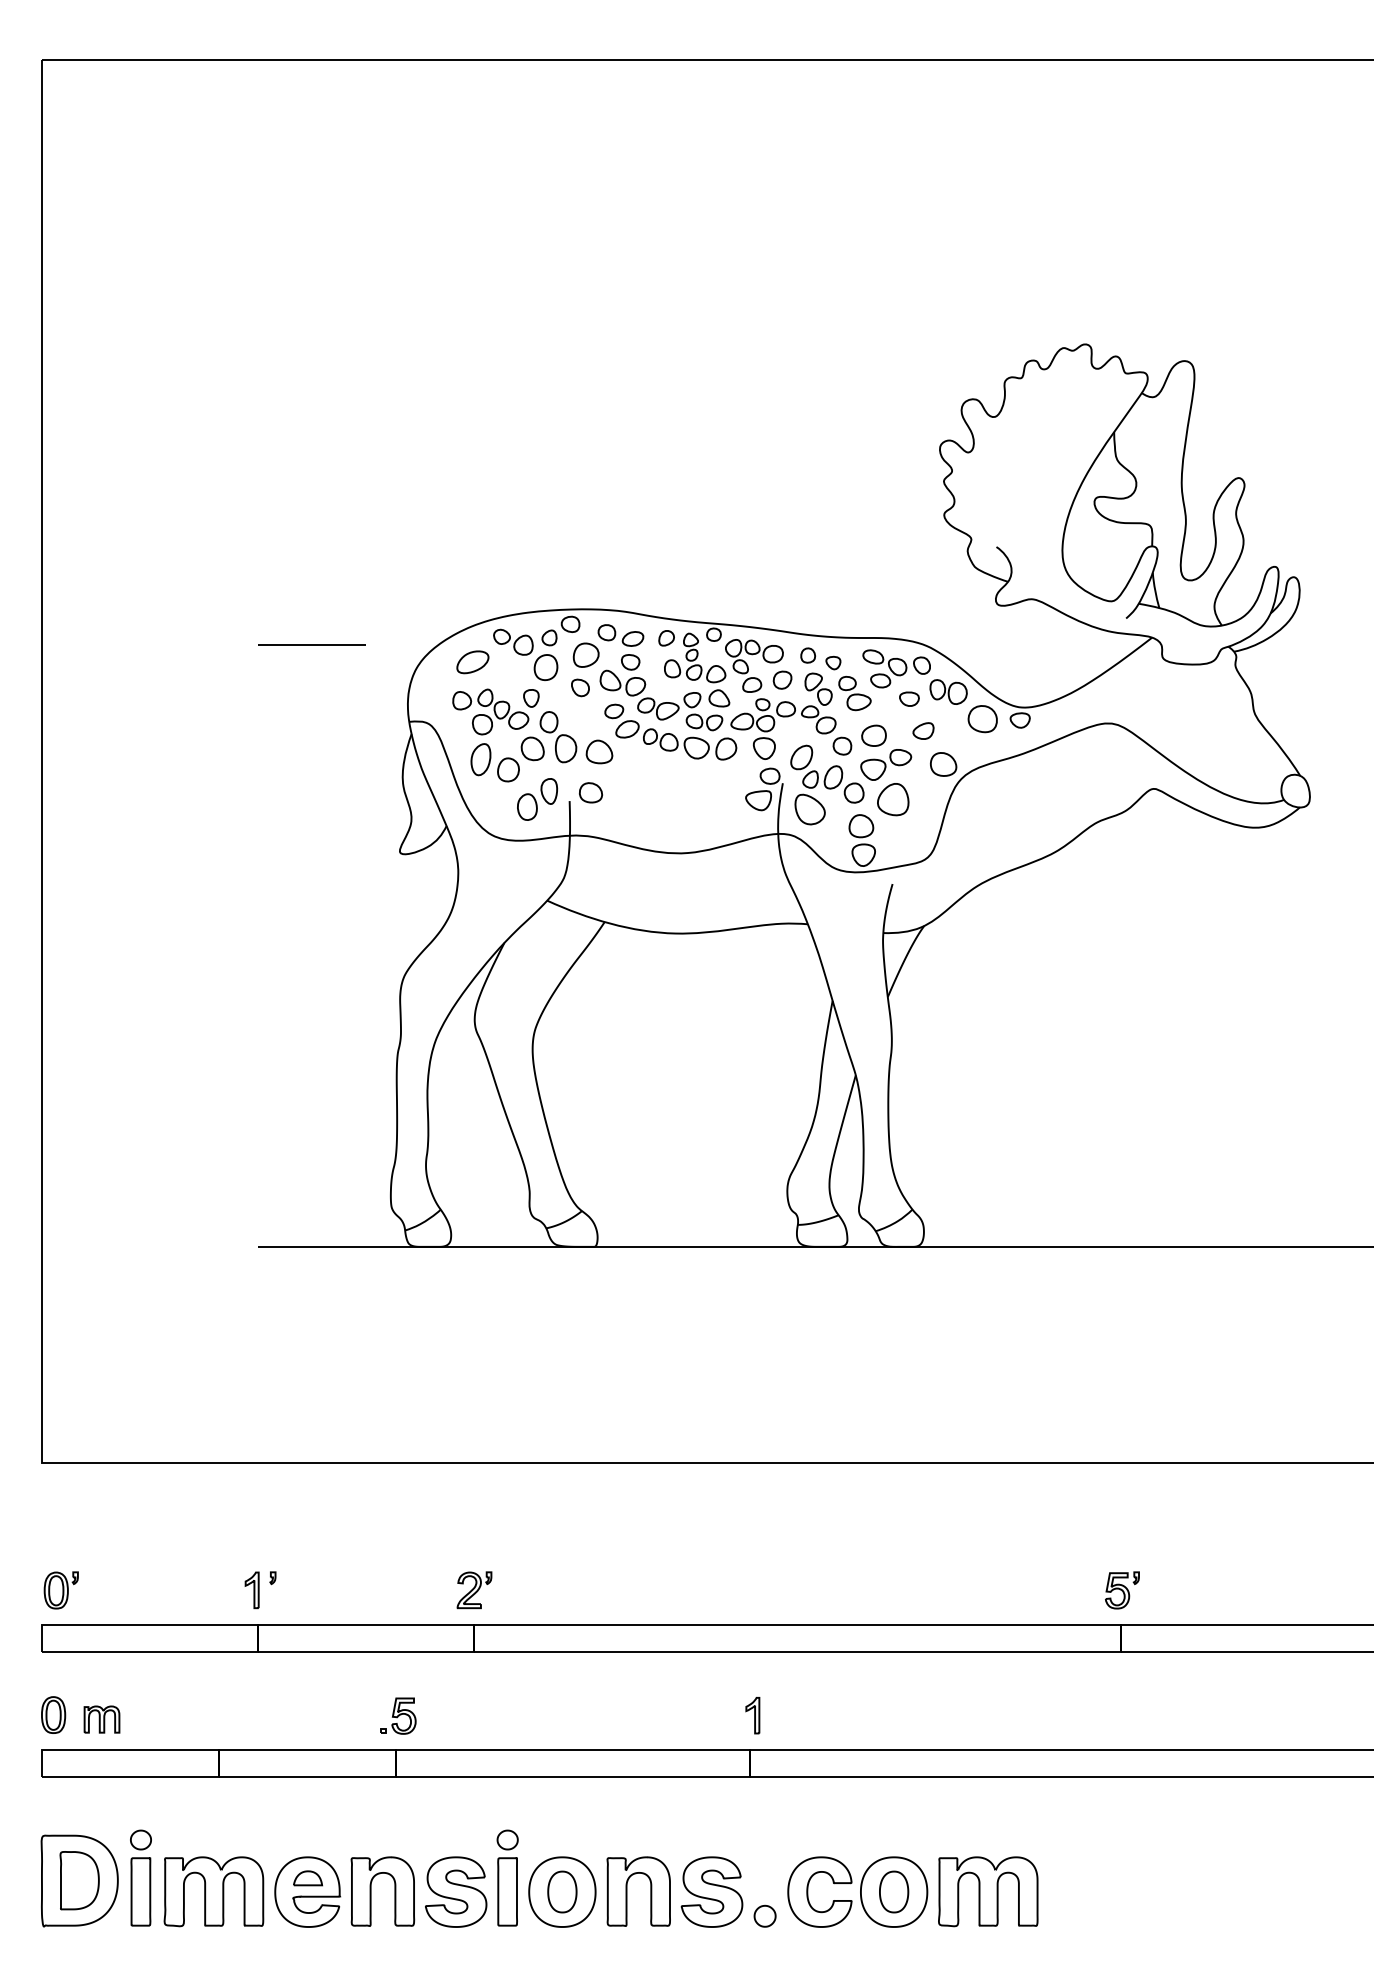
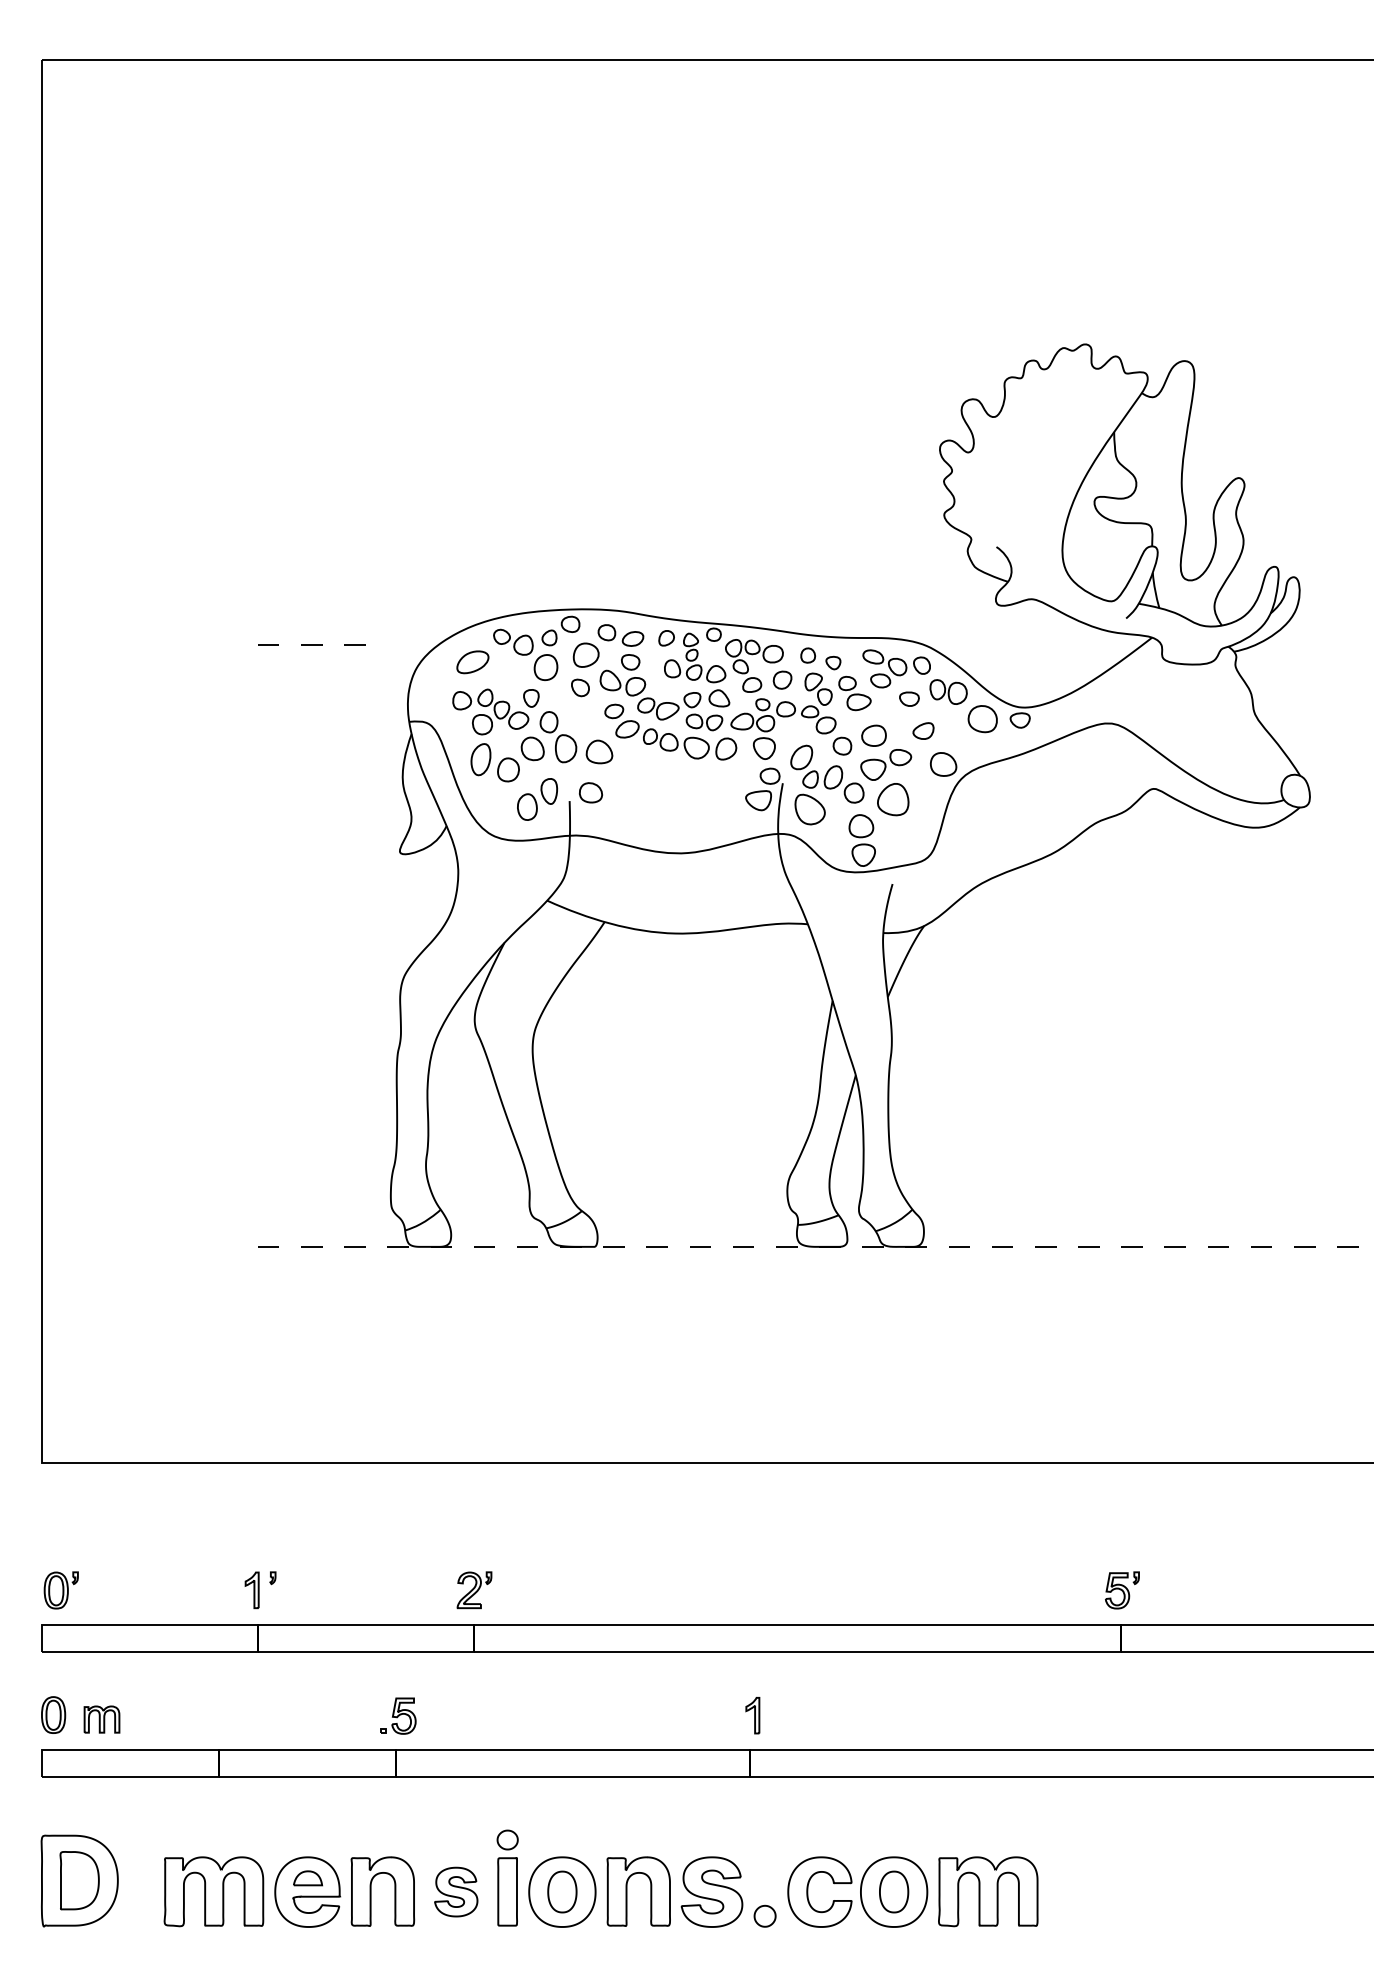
line at (311, 644): solid -> dashed
line at (815, 1246): solid -> dashed
part at (140, 1877): present -> none
part at (456, 1891) size: 63x72 px -> 45x52 px
